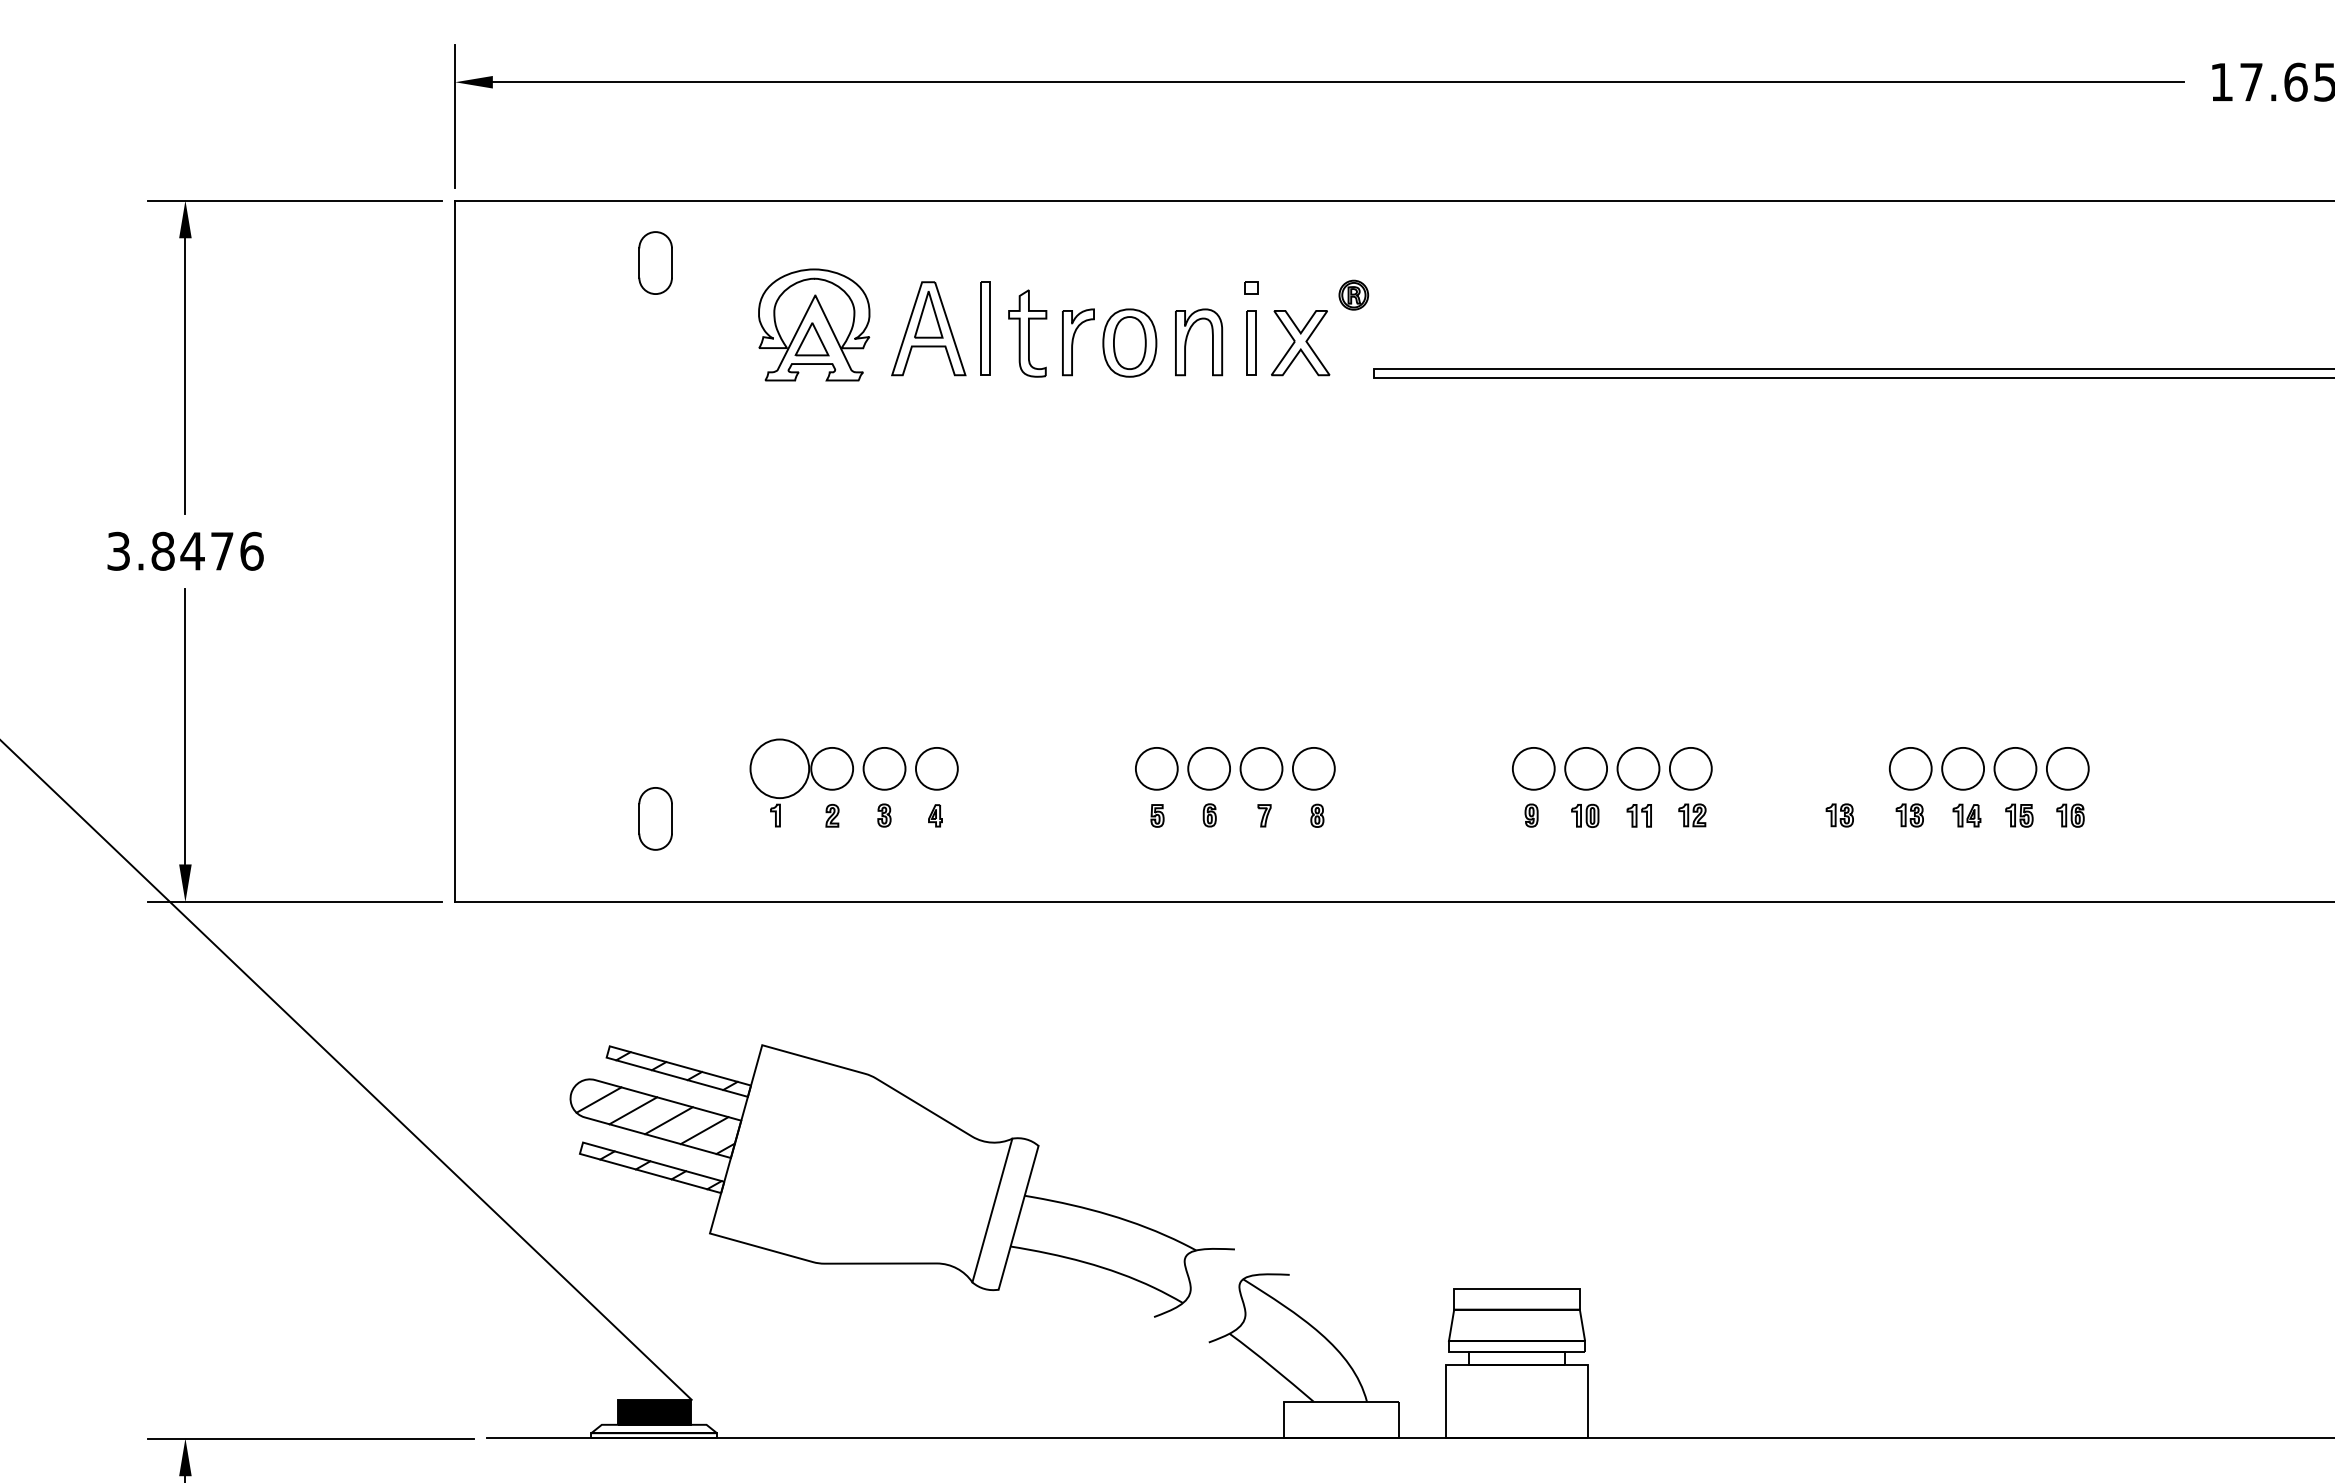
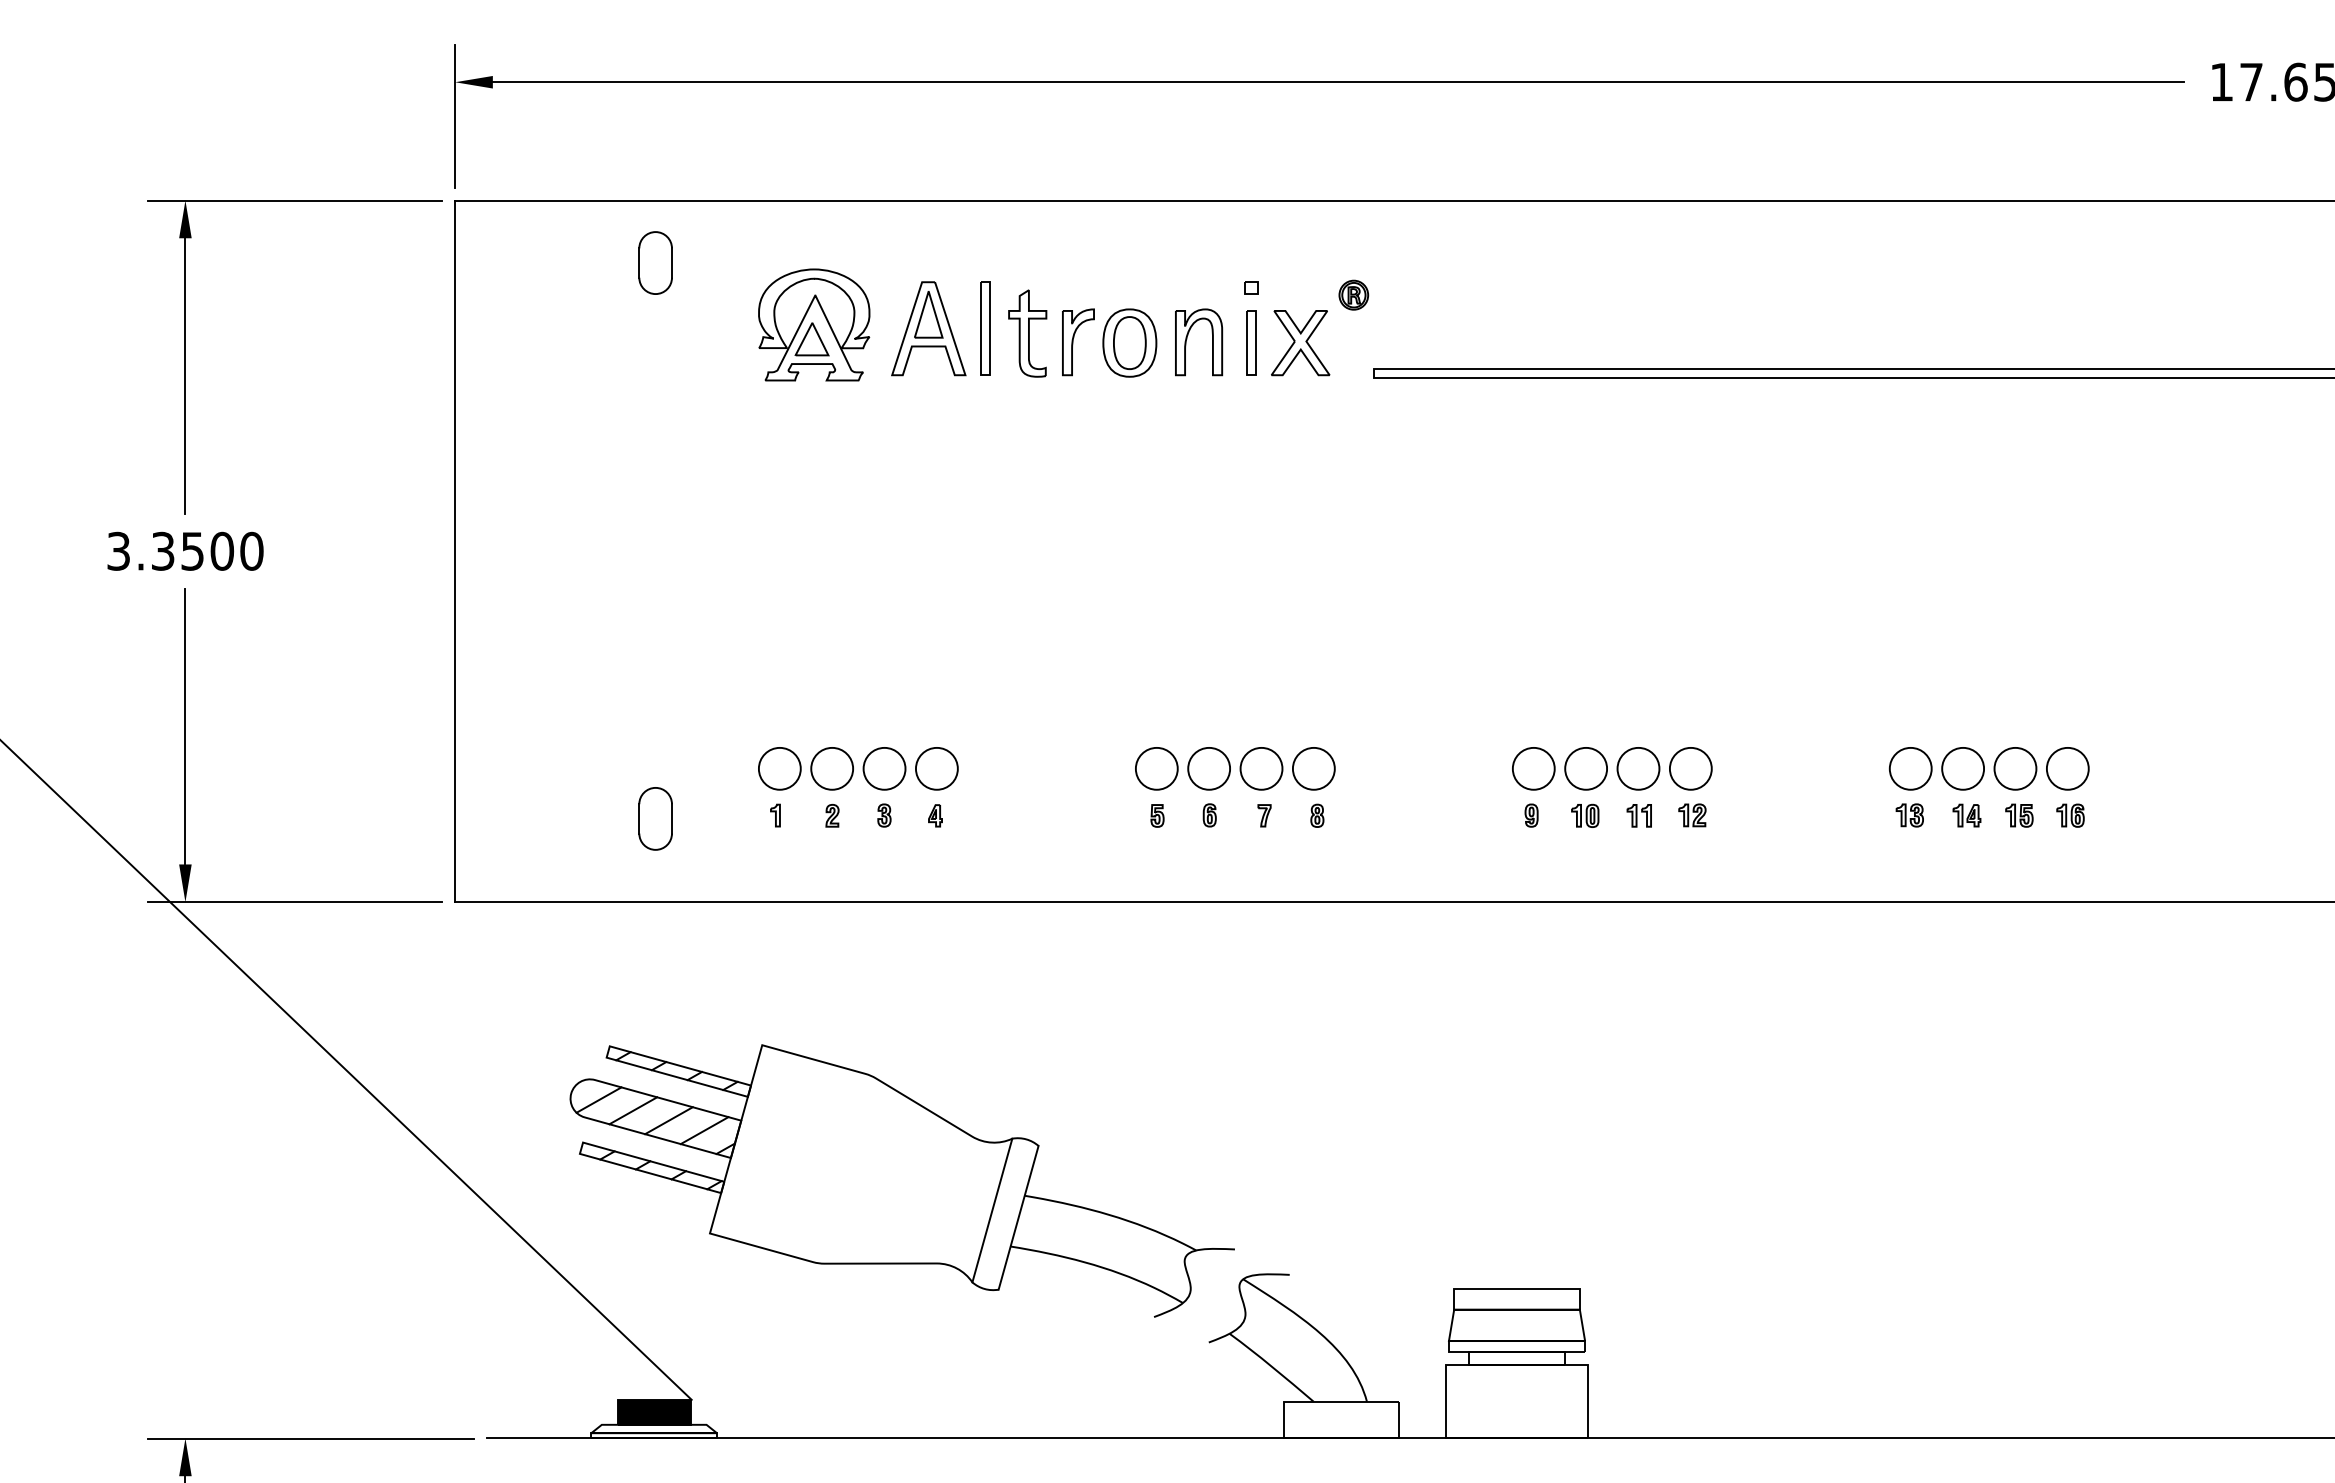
text at (207, 550): 3.8476 -> 3.3500
circle at (779, 768) diameter: 59 px -> 42 px
part at (1839, 815): present -> none
